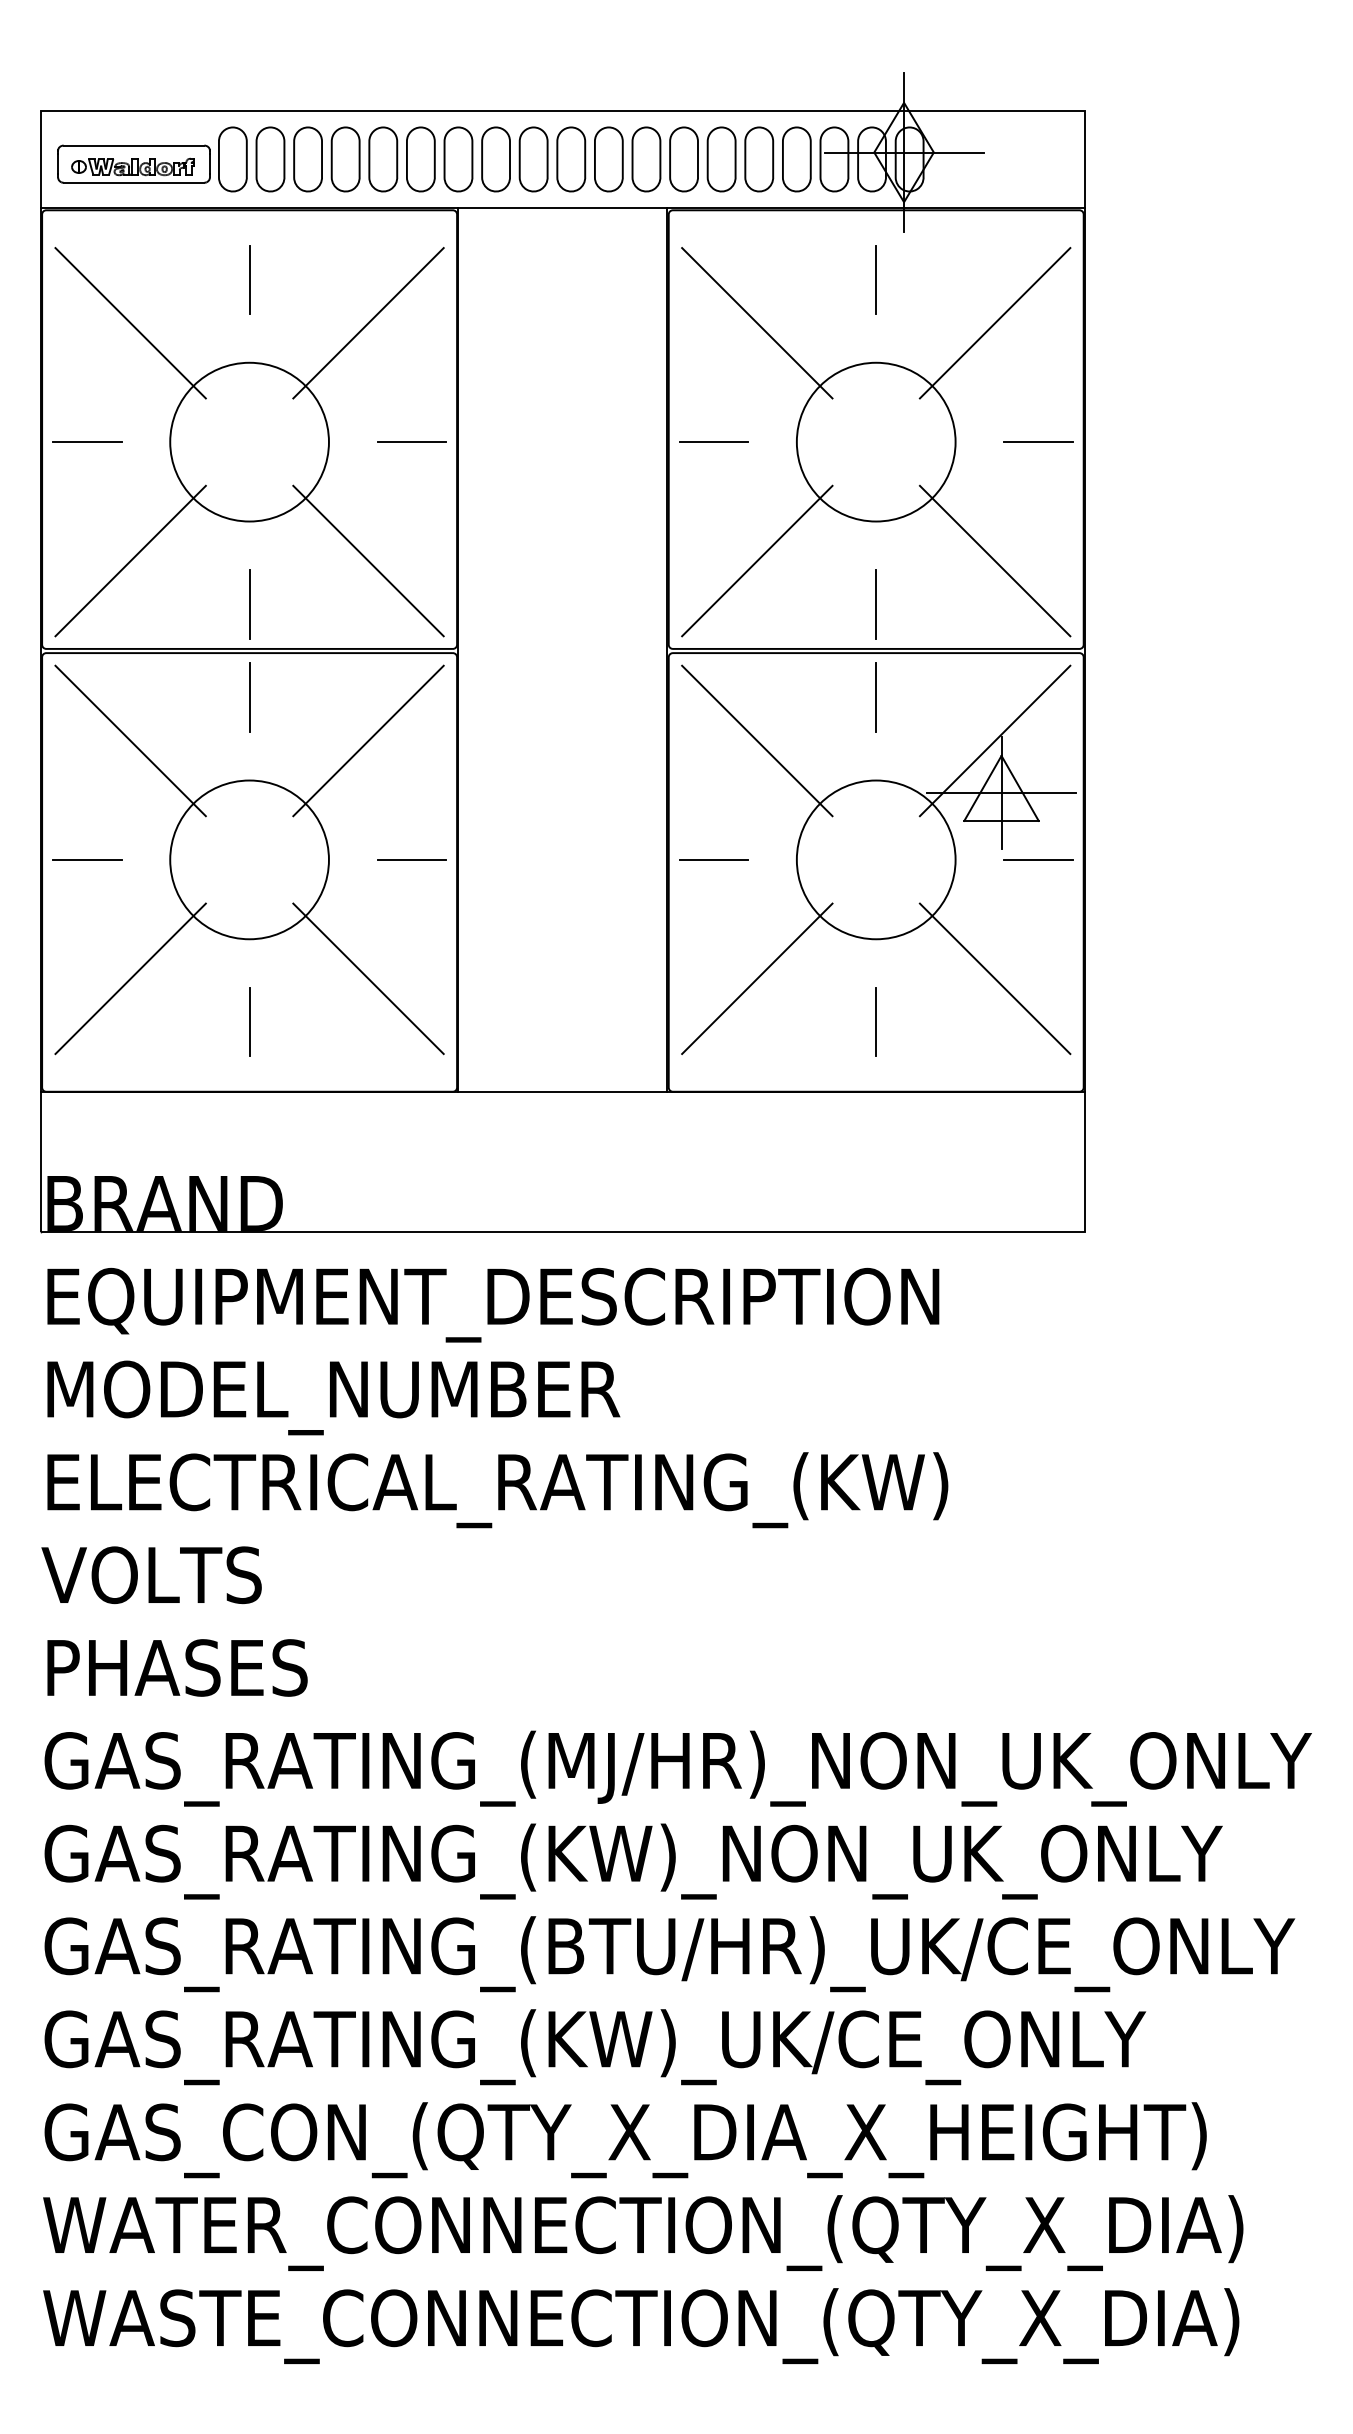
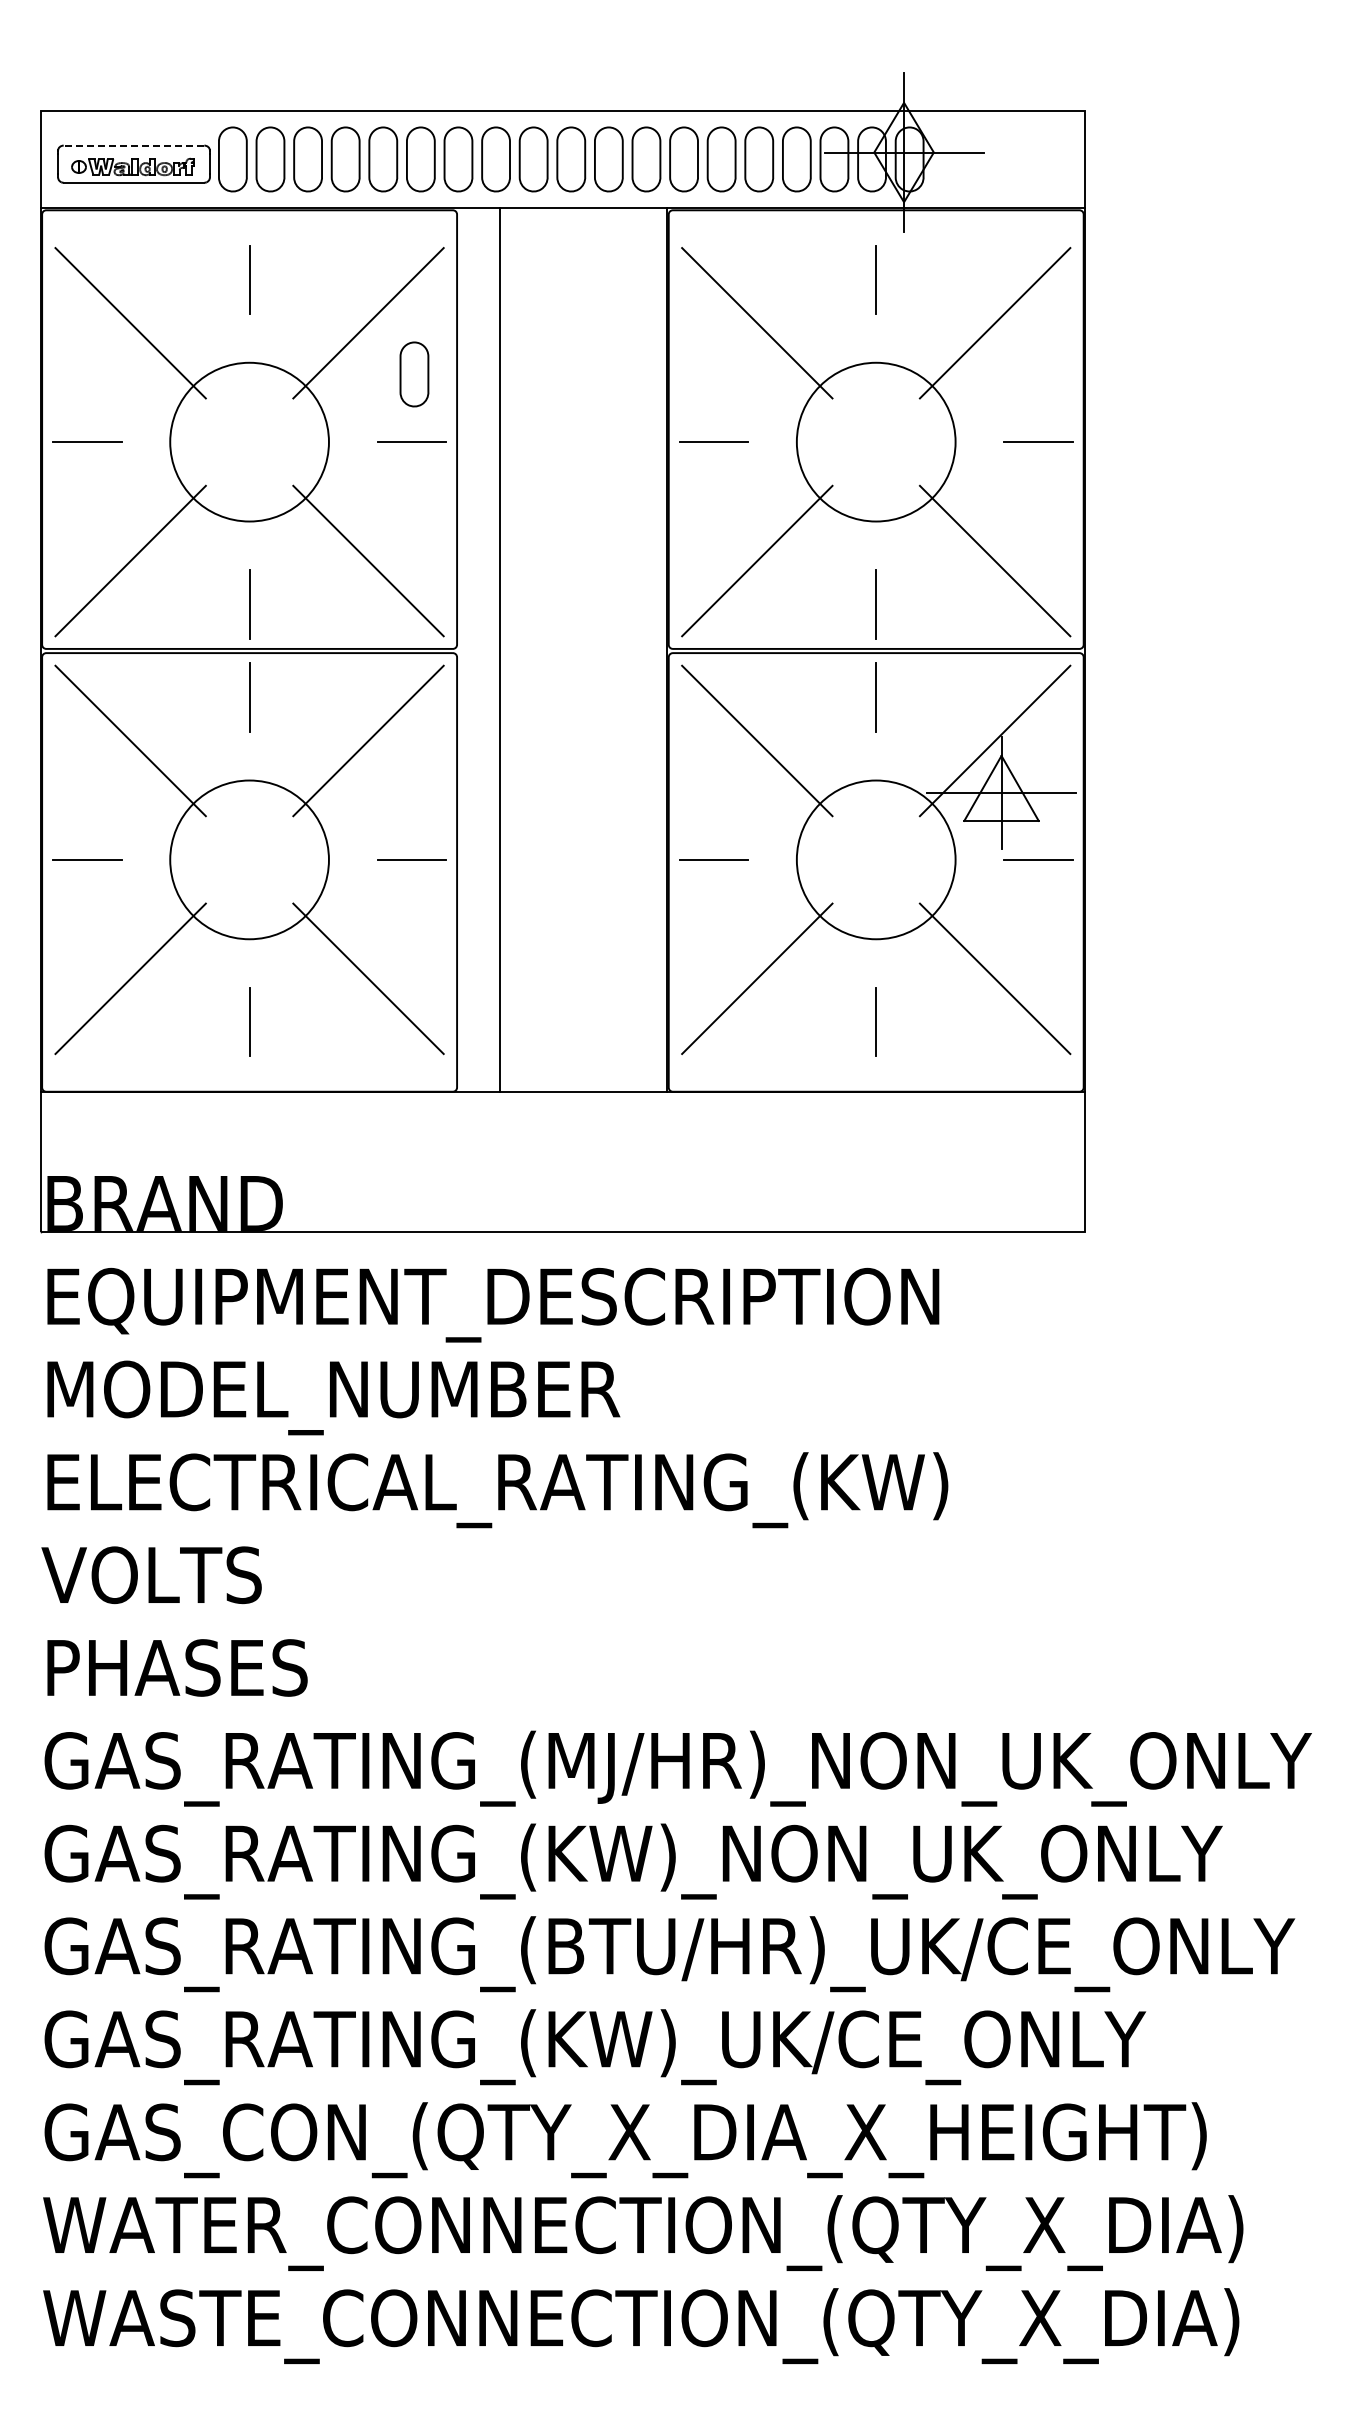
line at (133, 145): solid -> dashed
part at (414, 374): none -> present
line at (458, 650) position: (458, 650) -> (500, 650)
